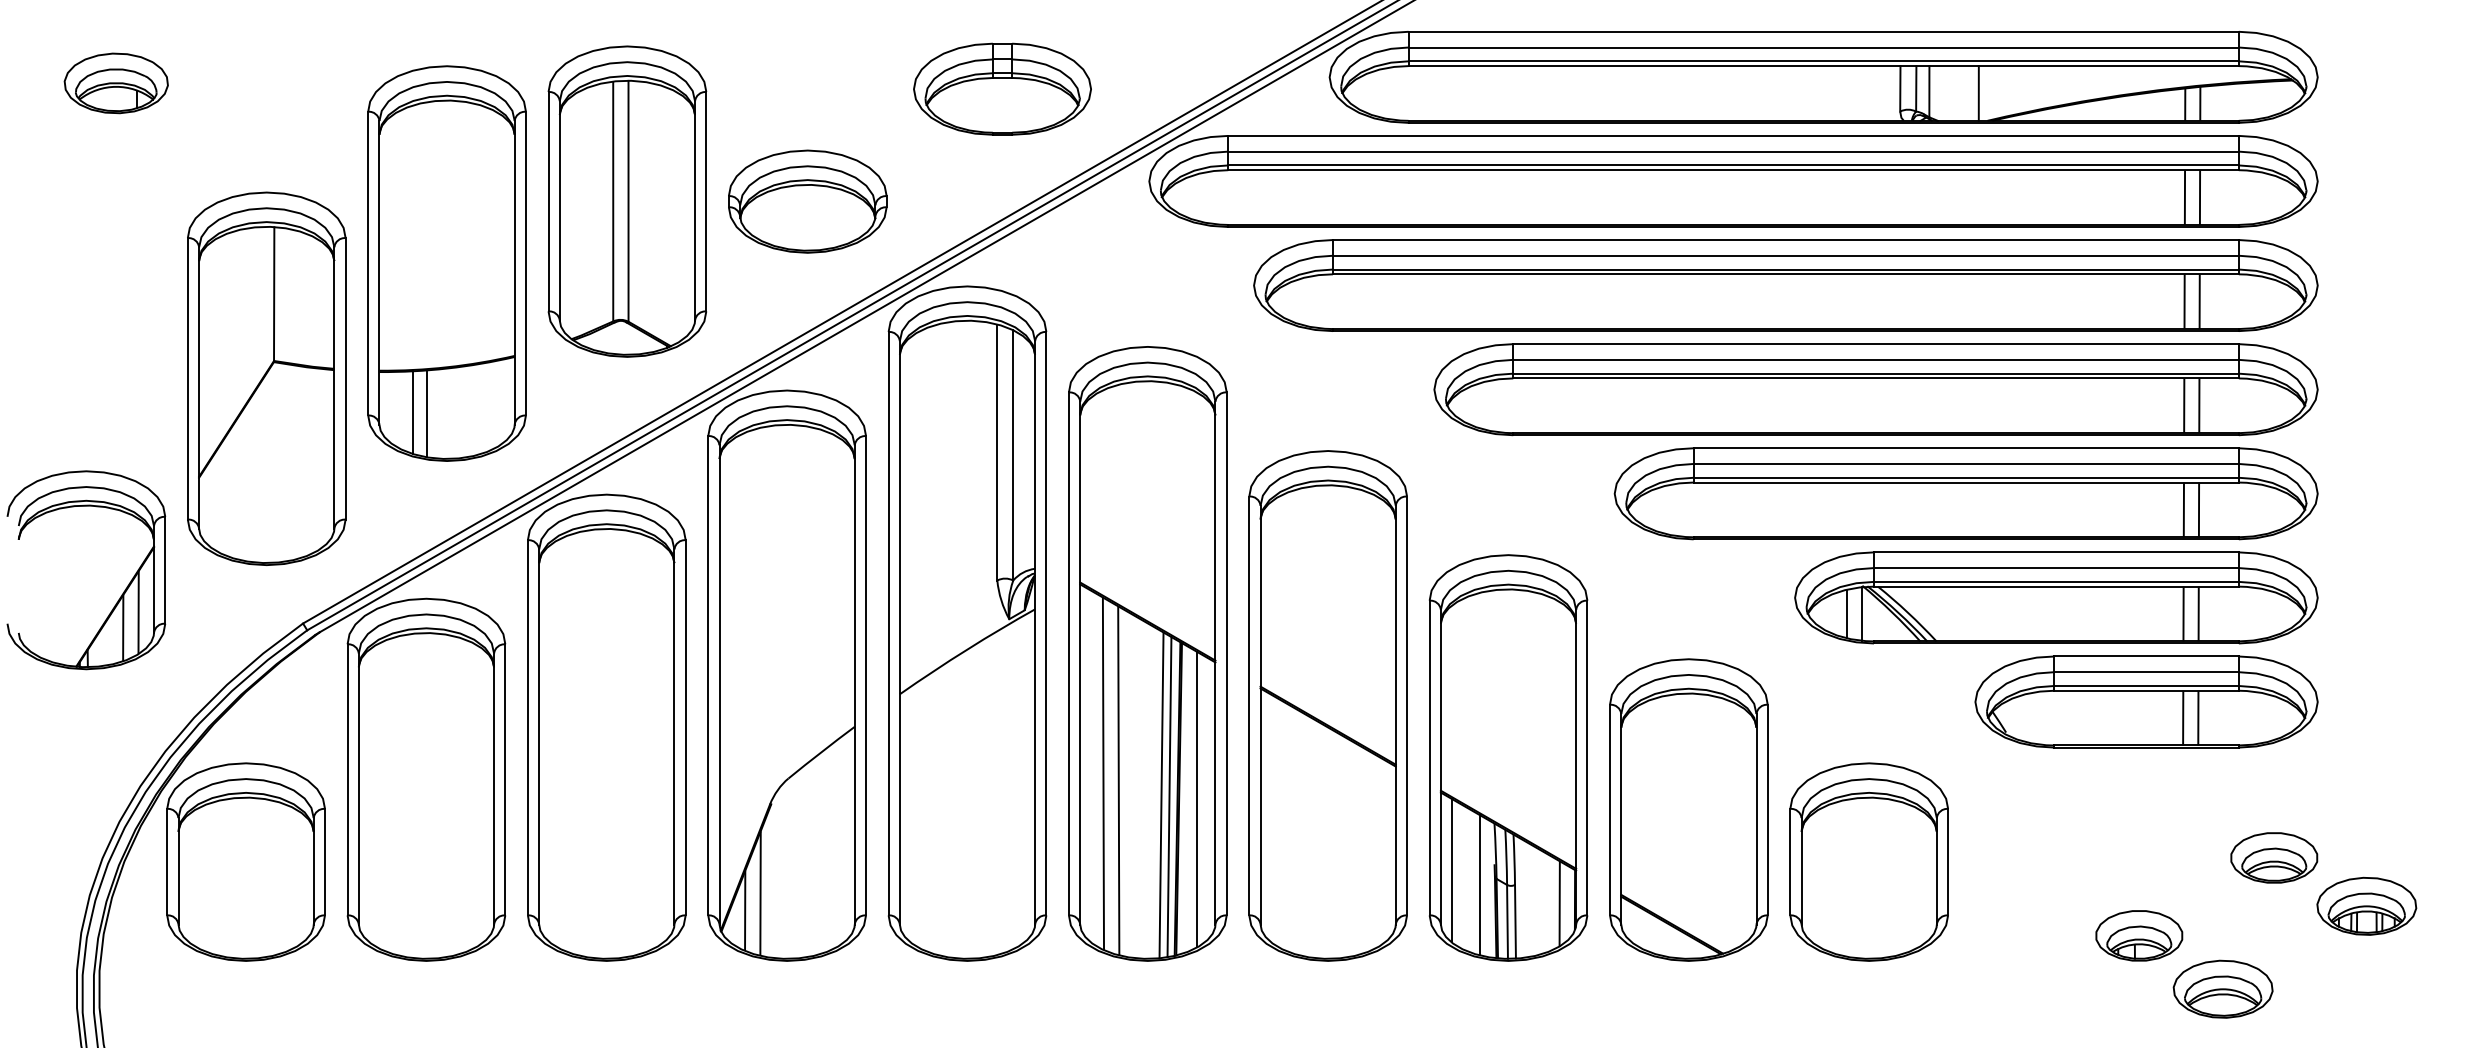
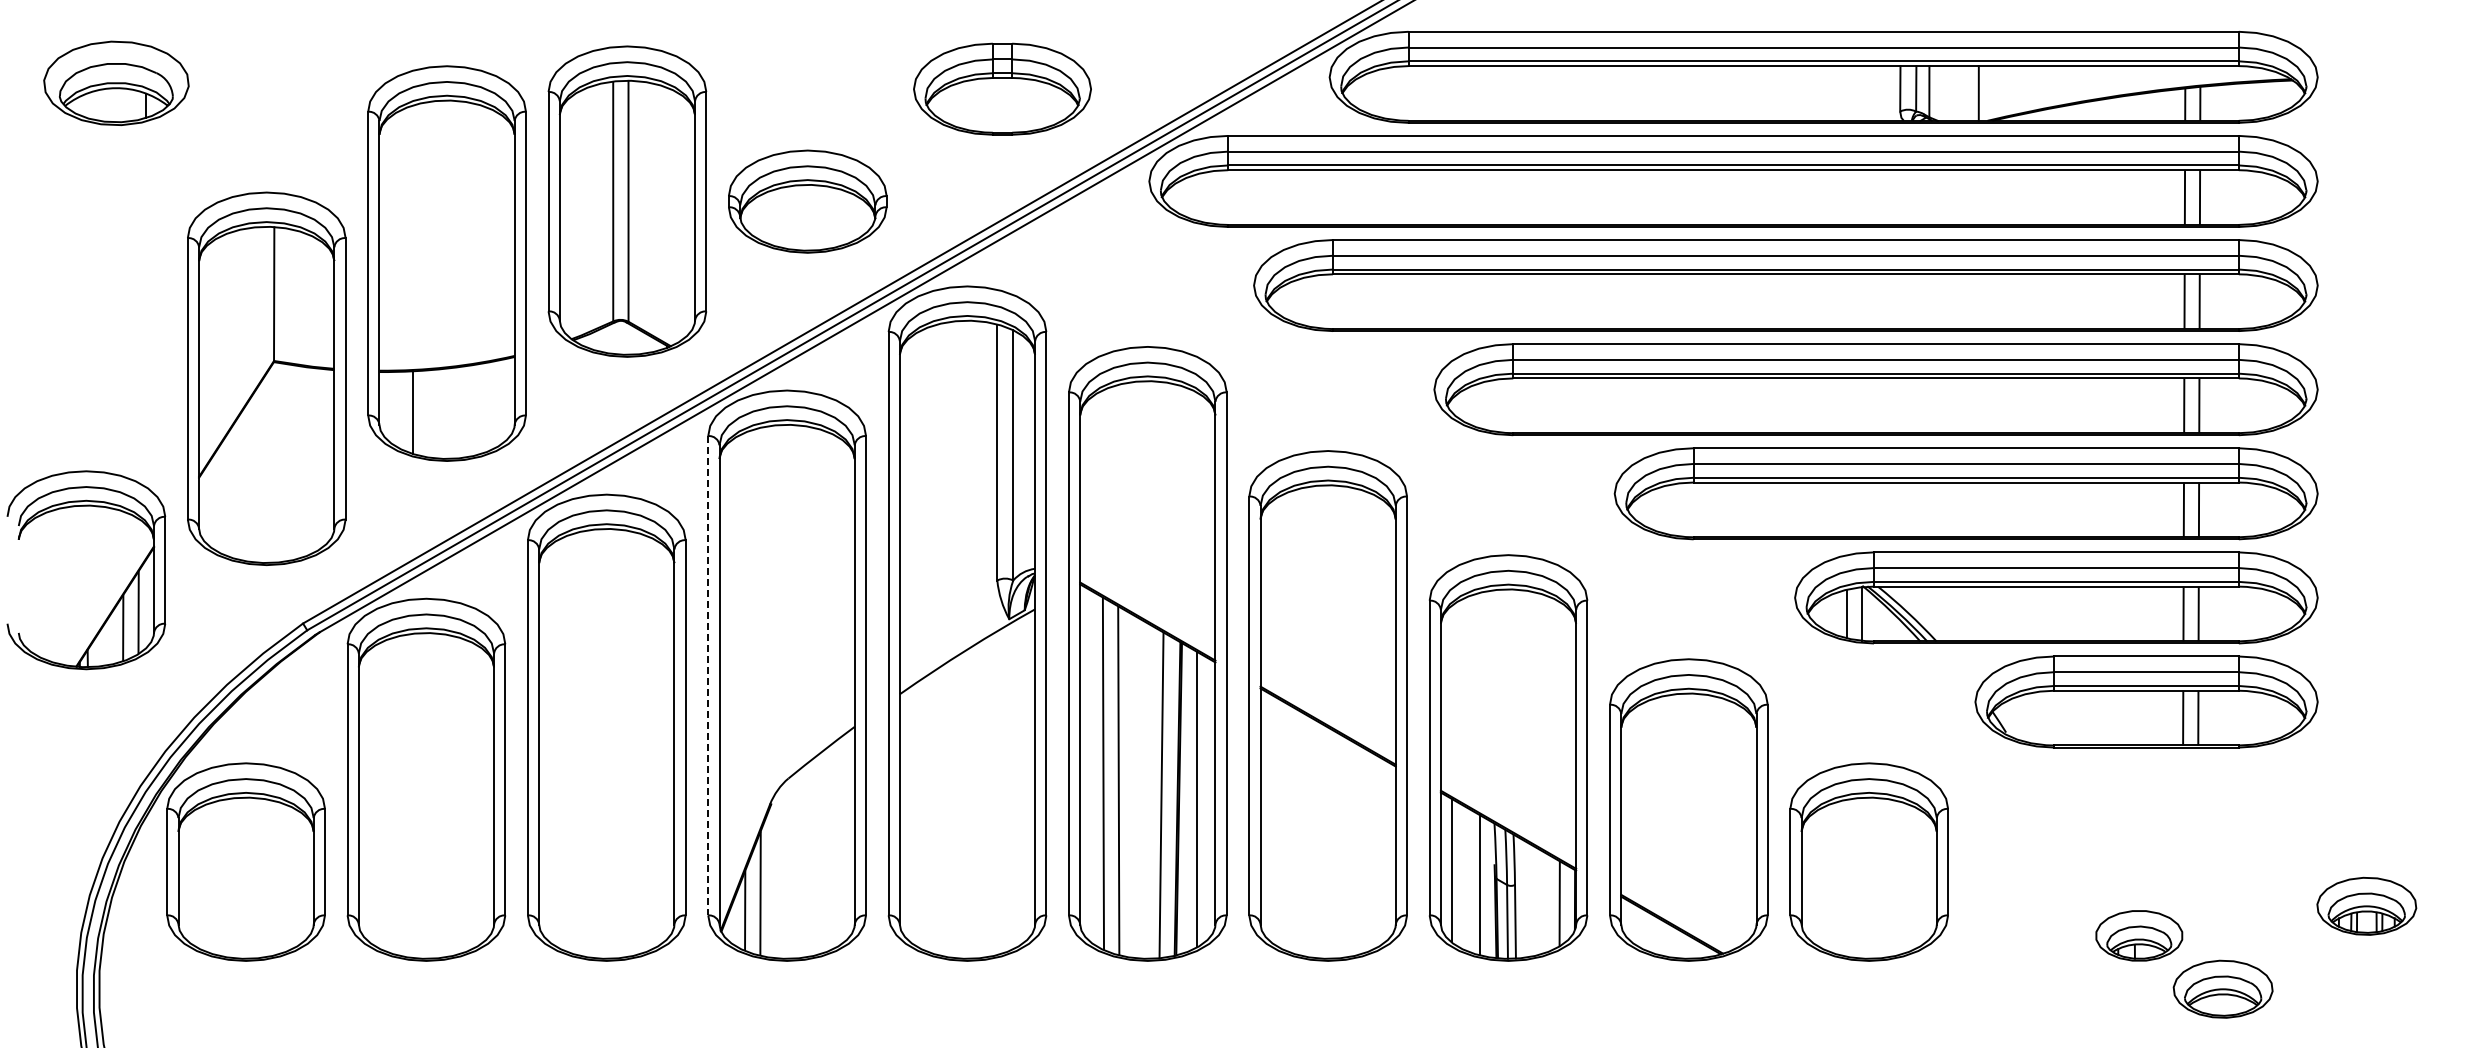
part at (115, 83) size: 106x63 px -> 147x86 px
line at (427, 413): present -> none
line at (708, 675): solid -> dashed
line at (1169, 797): present -> none
part at (2274, 857): present -> none
